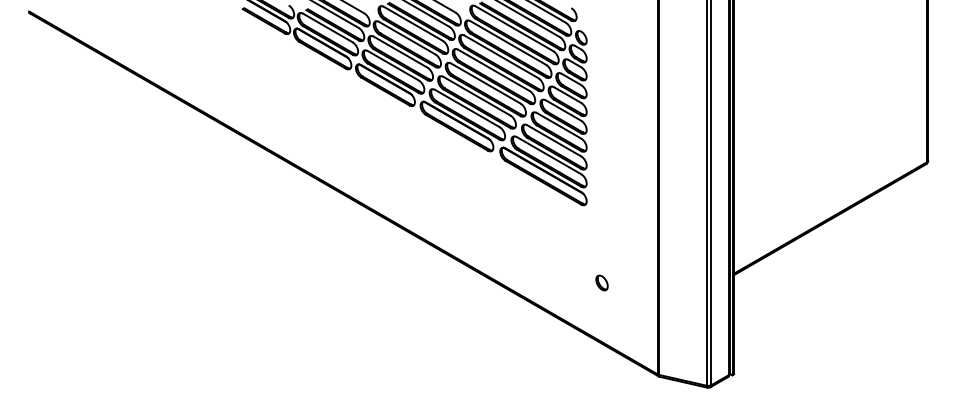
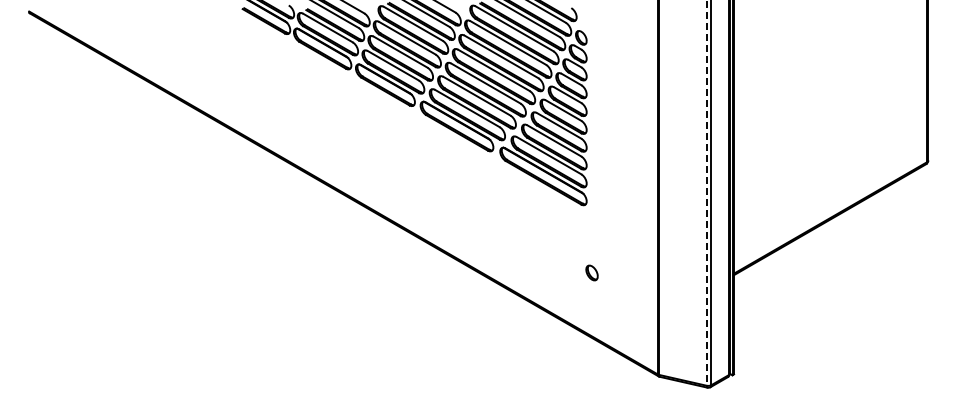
line at (706, 193): solid -> dashed
part at (601, 282) position: (601, 282) -> (591, 272)
